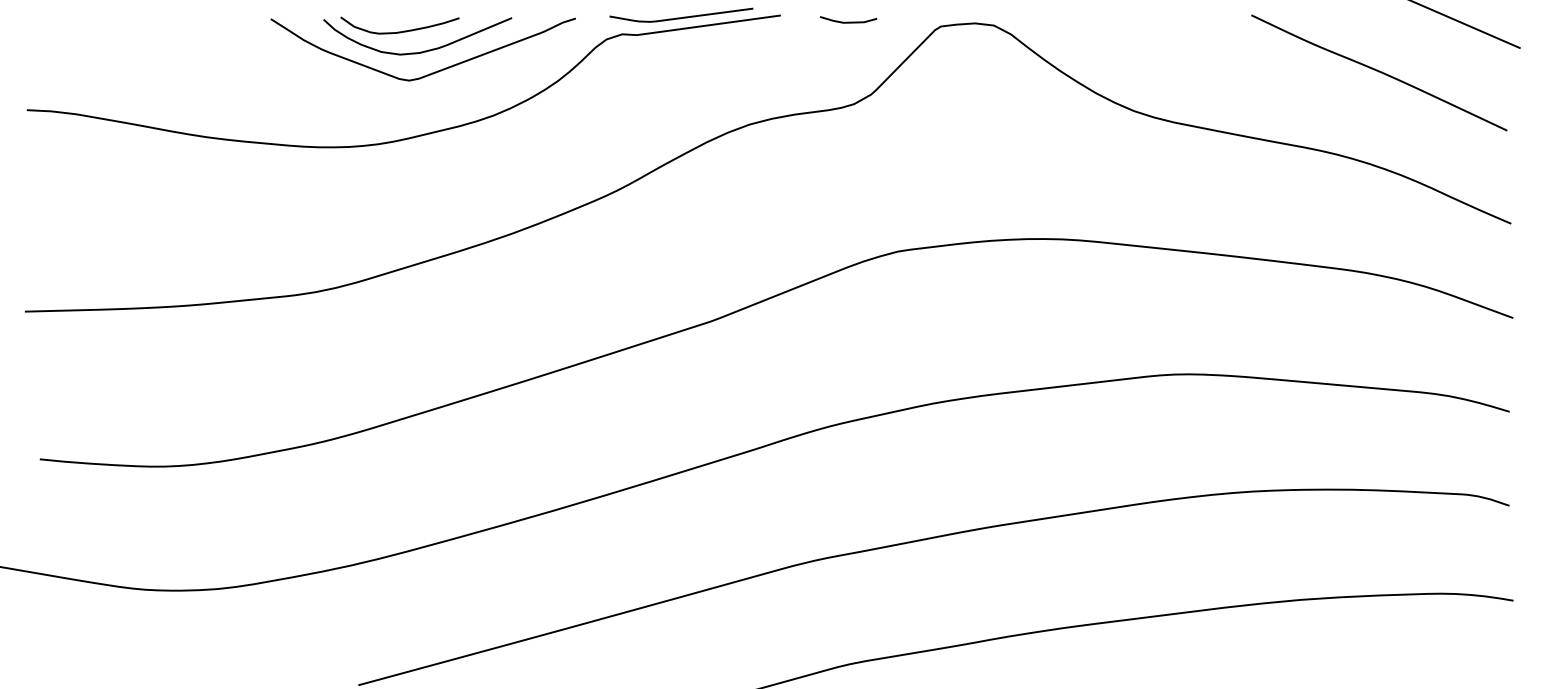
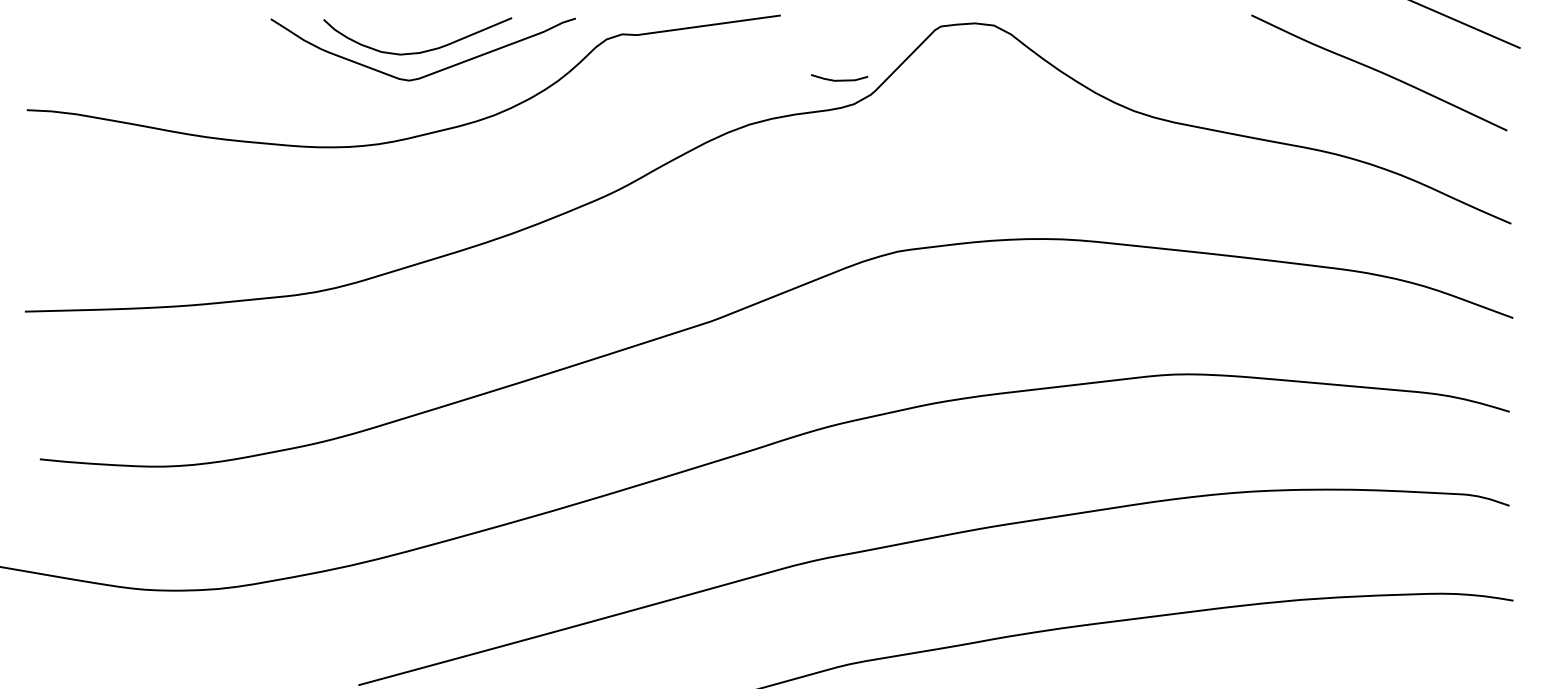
curve at (683, 16): present -> none
line at (848, 21) position: (848, 21) -> (839, 79)
curve at (399, 31): present -> none
